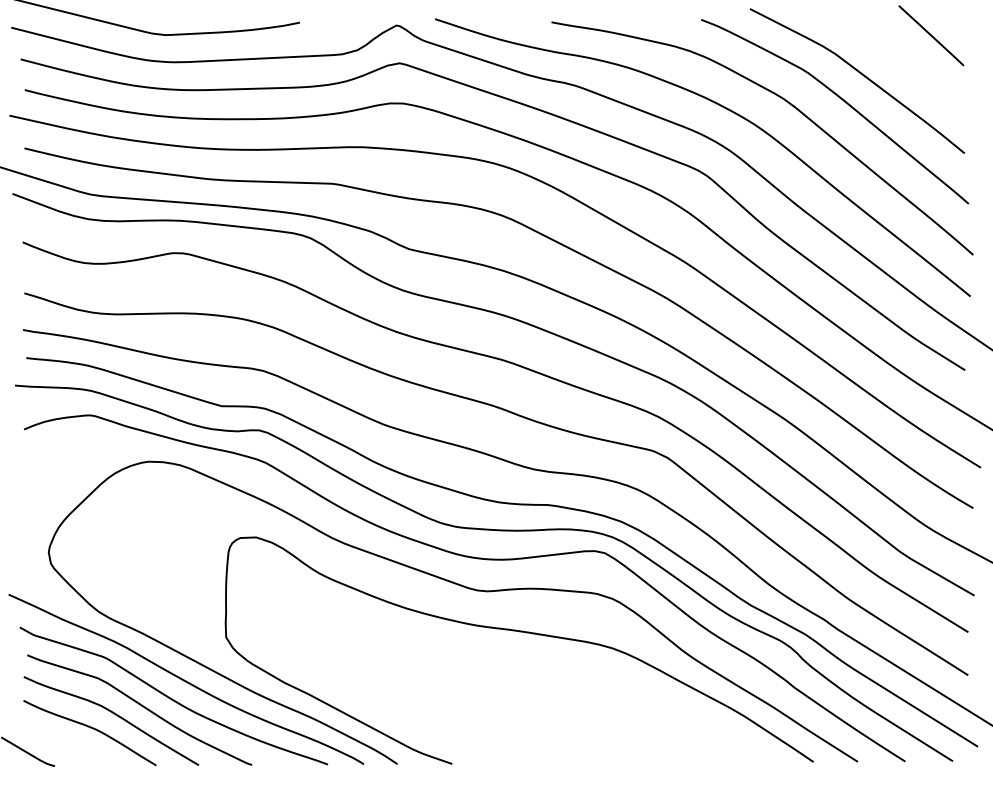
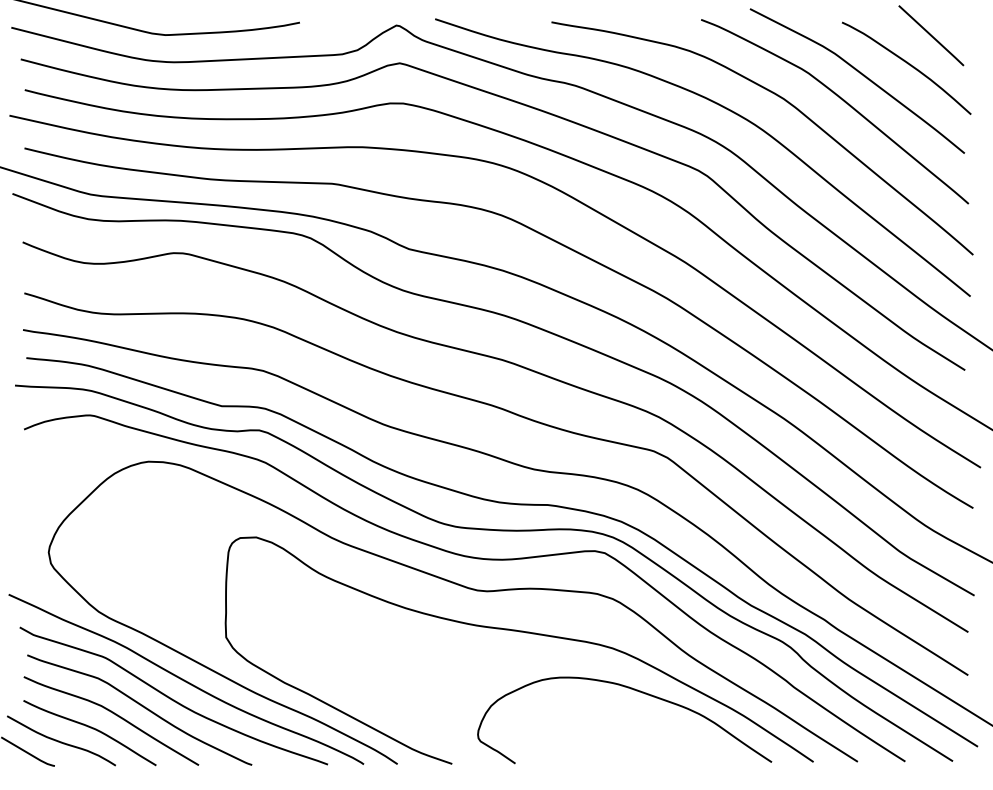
curve at (907, 64): none -> present
curve at (633, 690): none -> present
curve at (61, 741): none -> present
